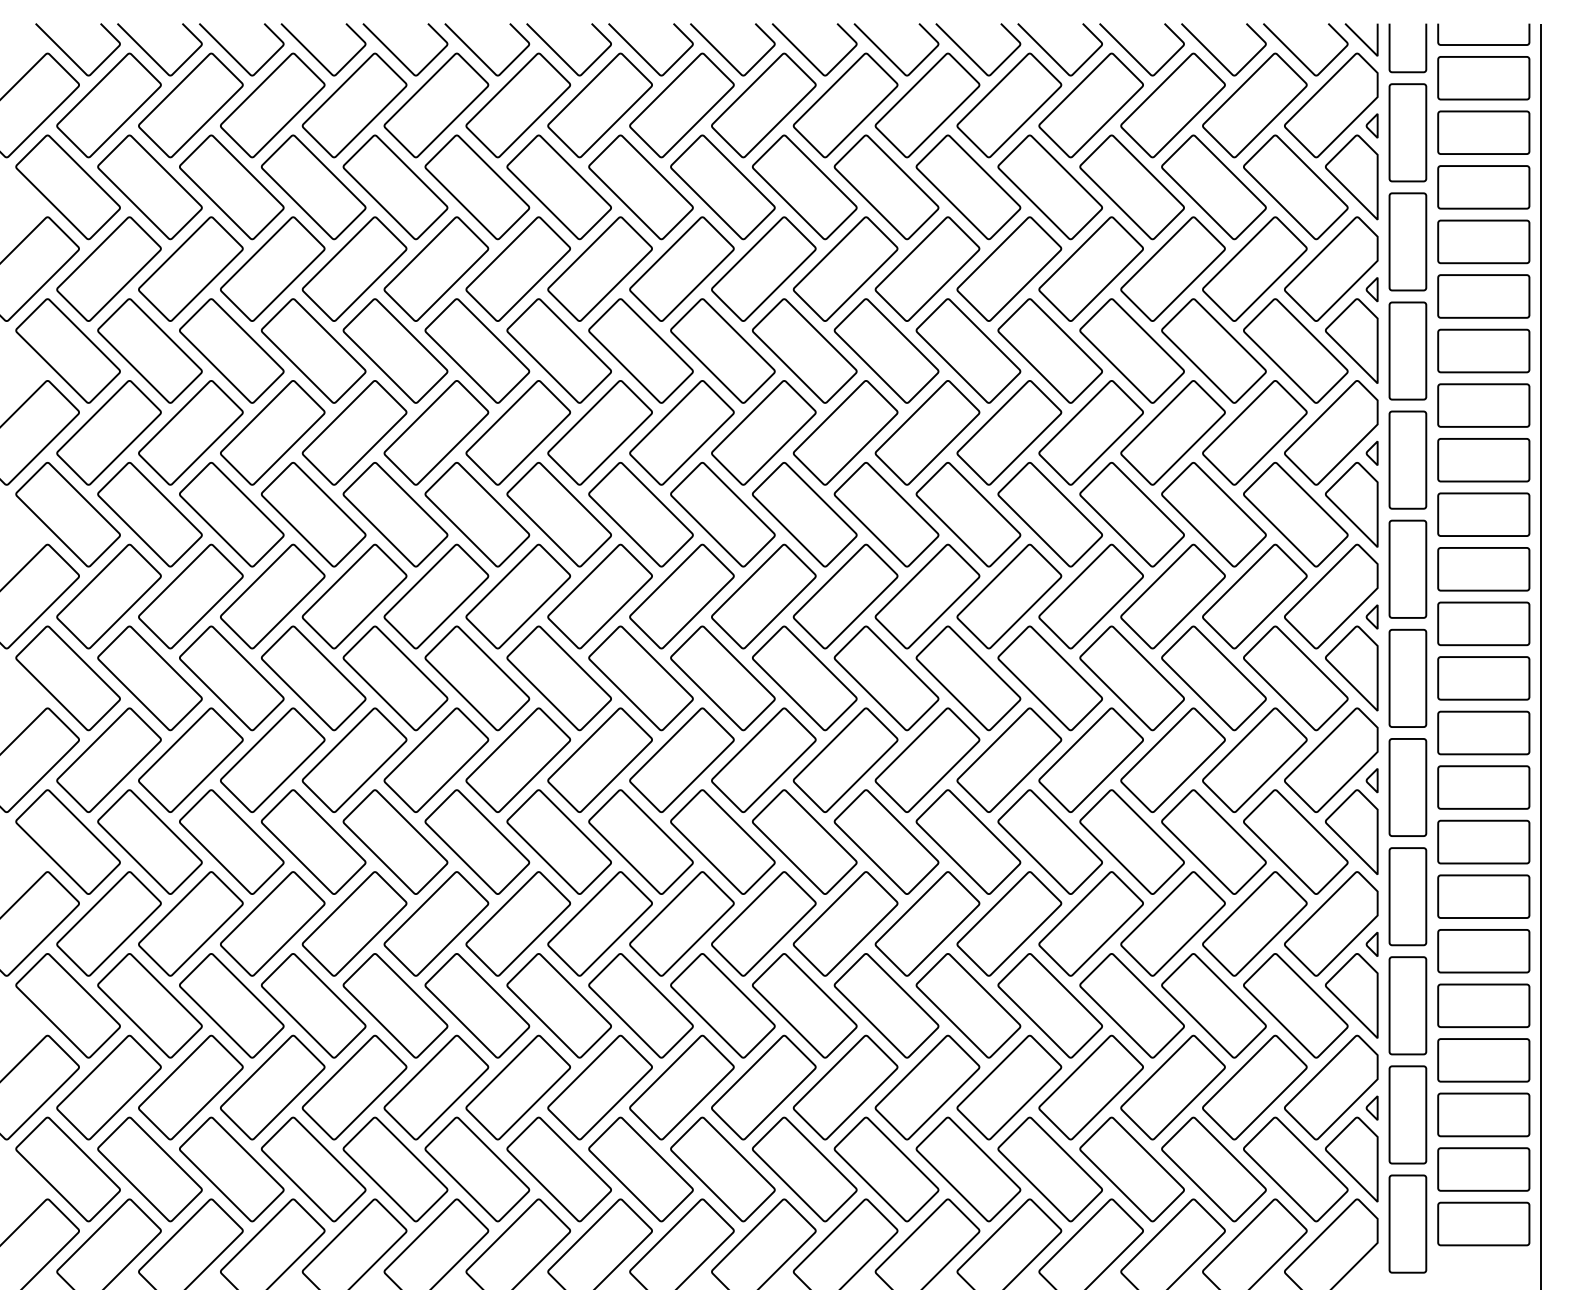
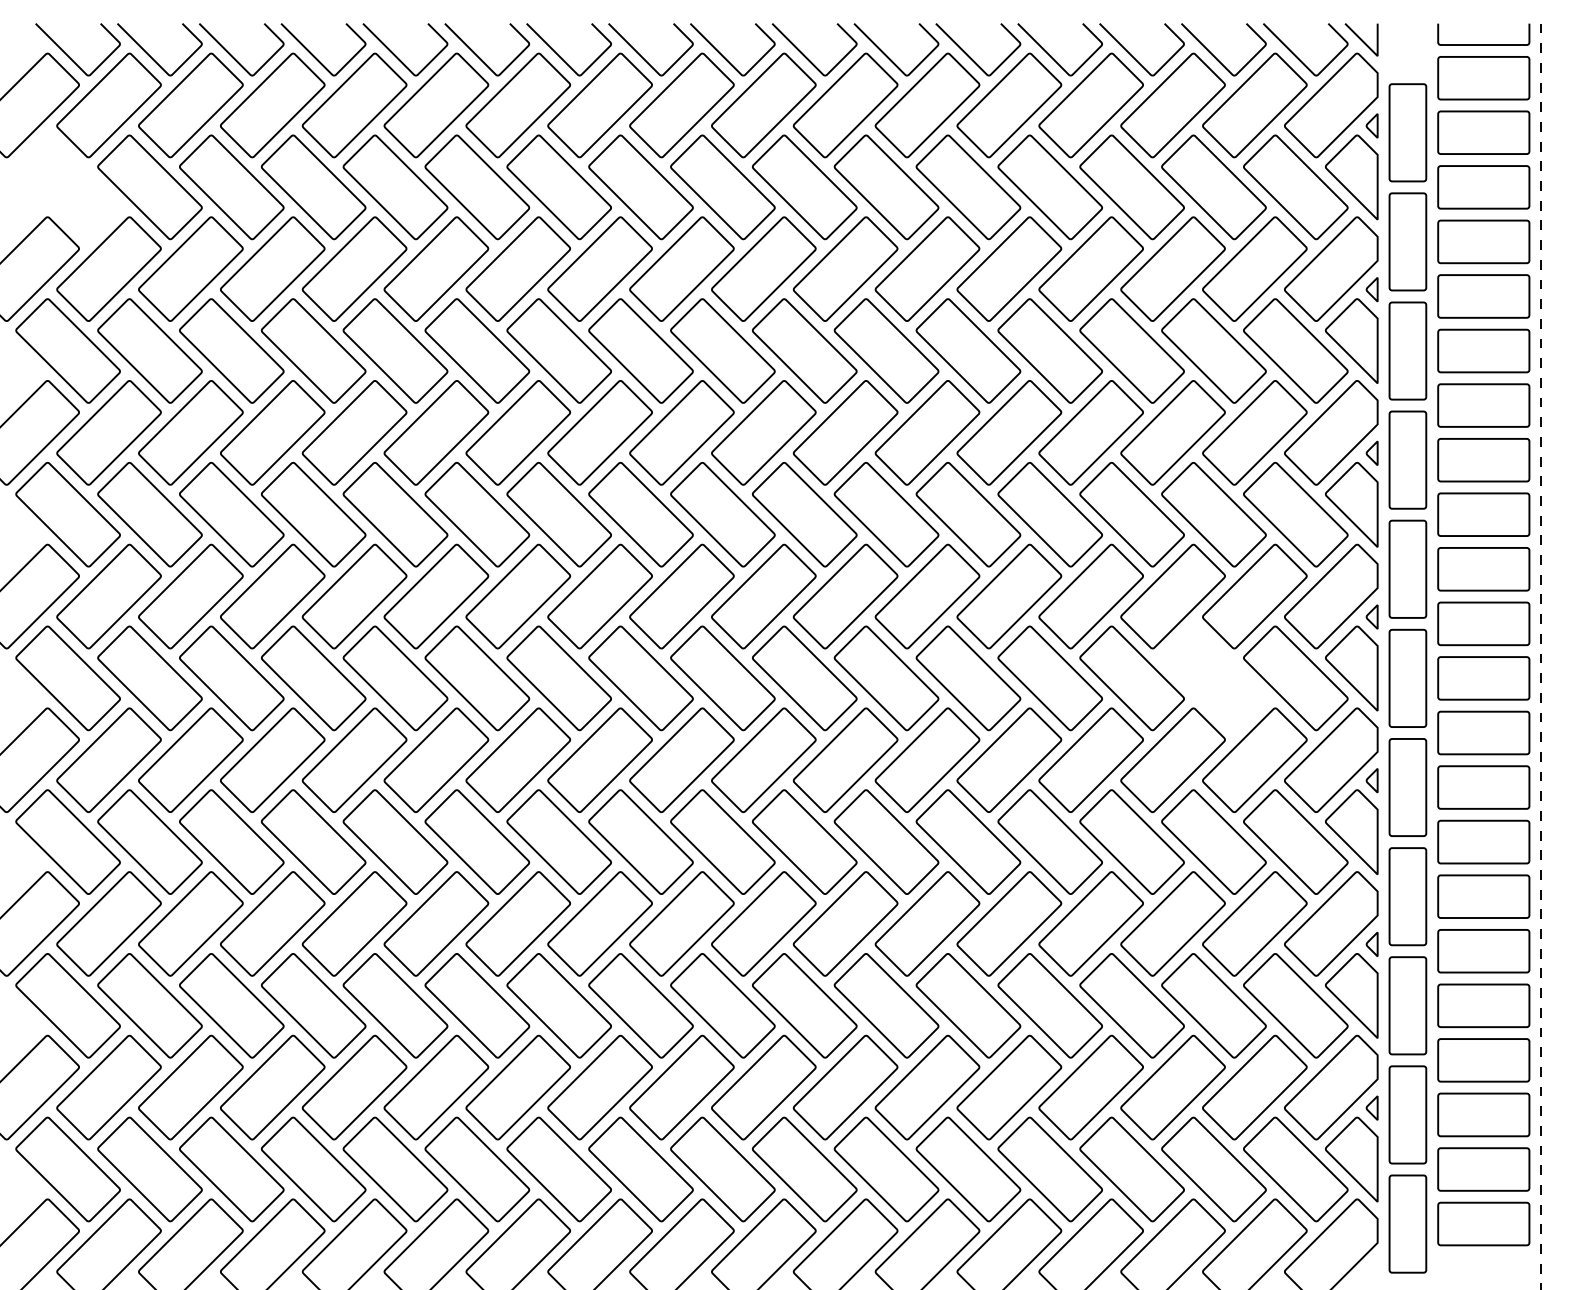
curve at (1390, 48): present -> none
part at (67, 187): present -> none
line at (1541, 656): solid -> dashed
part at (1213, 678): present -> none
